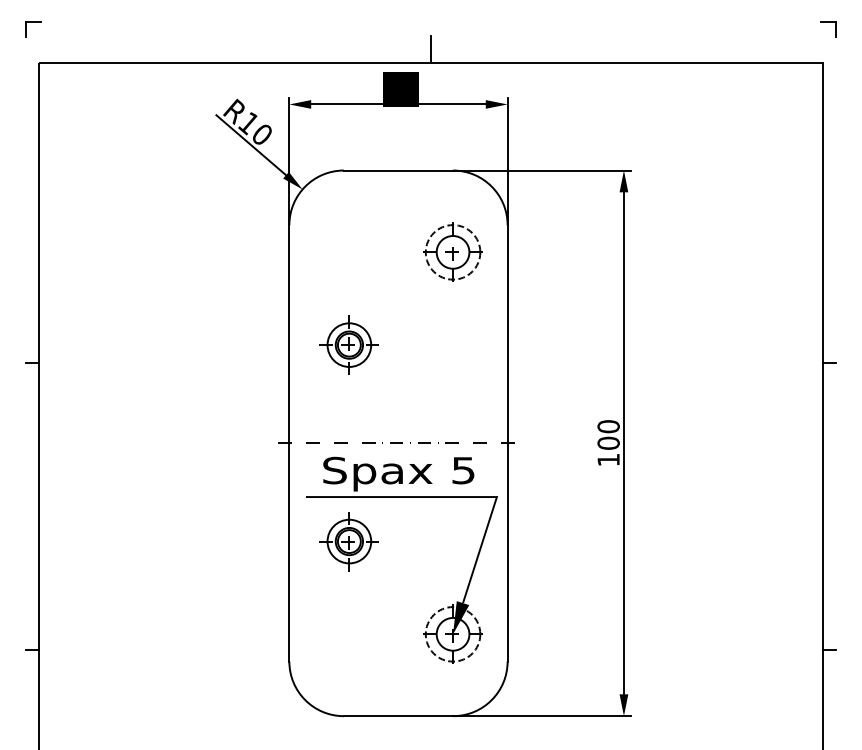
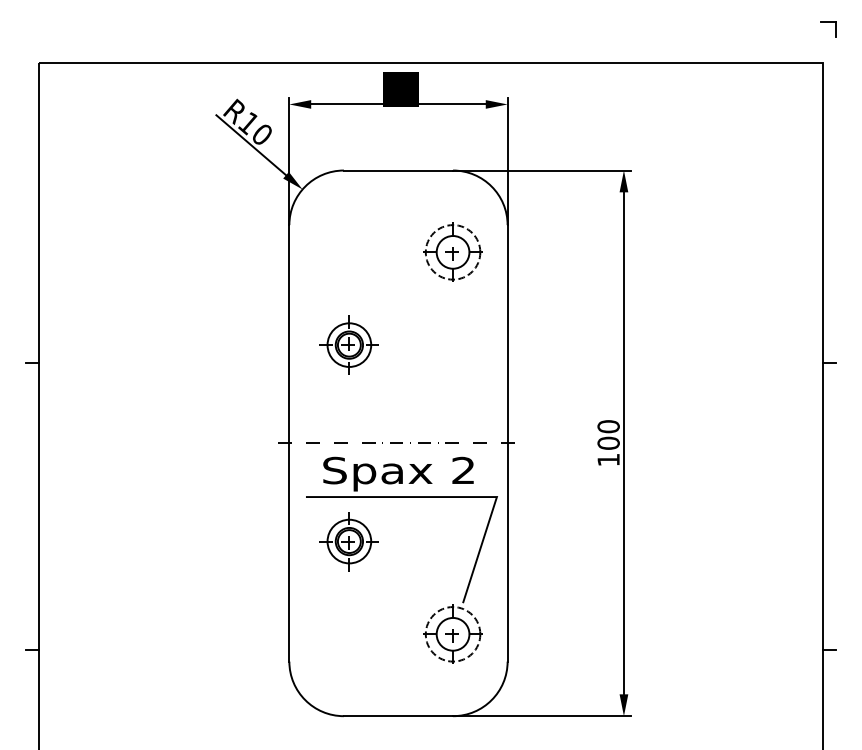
part at (33, 22): present -> none
line at (430, 49): present -> none
text at (463, 470): 5 -> 2
fill at (461, 617): present -> none
